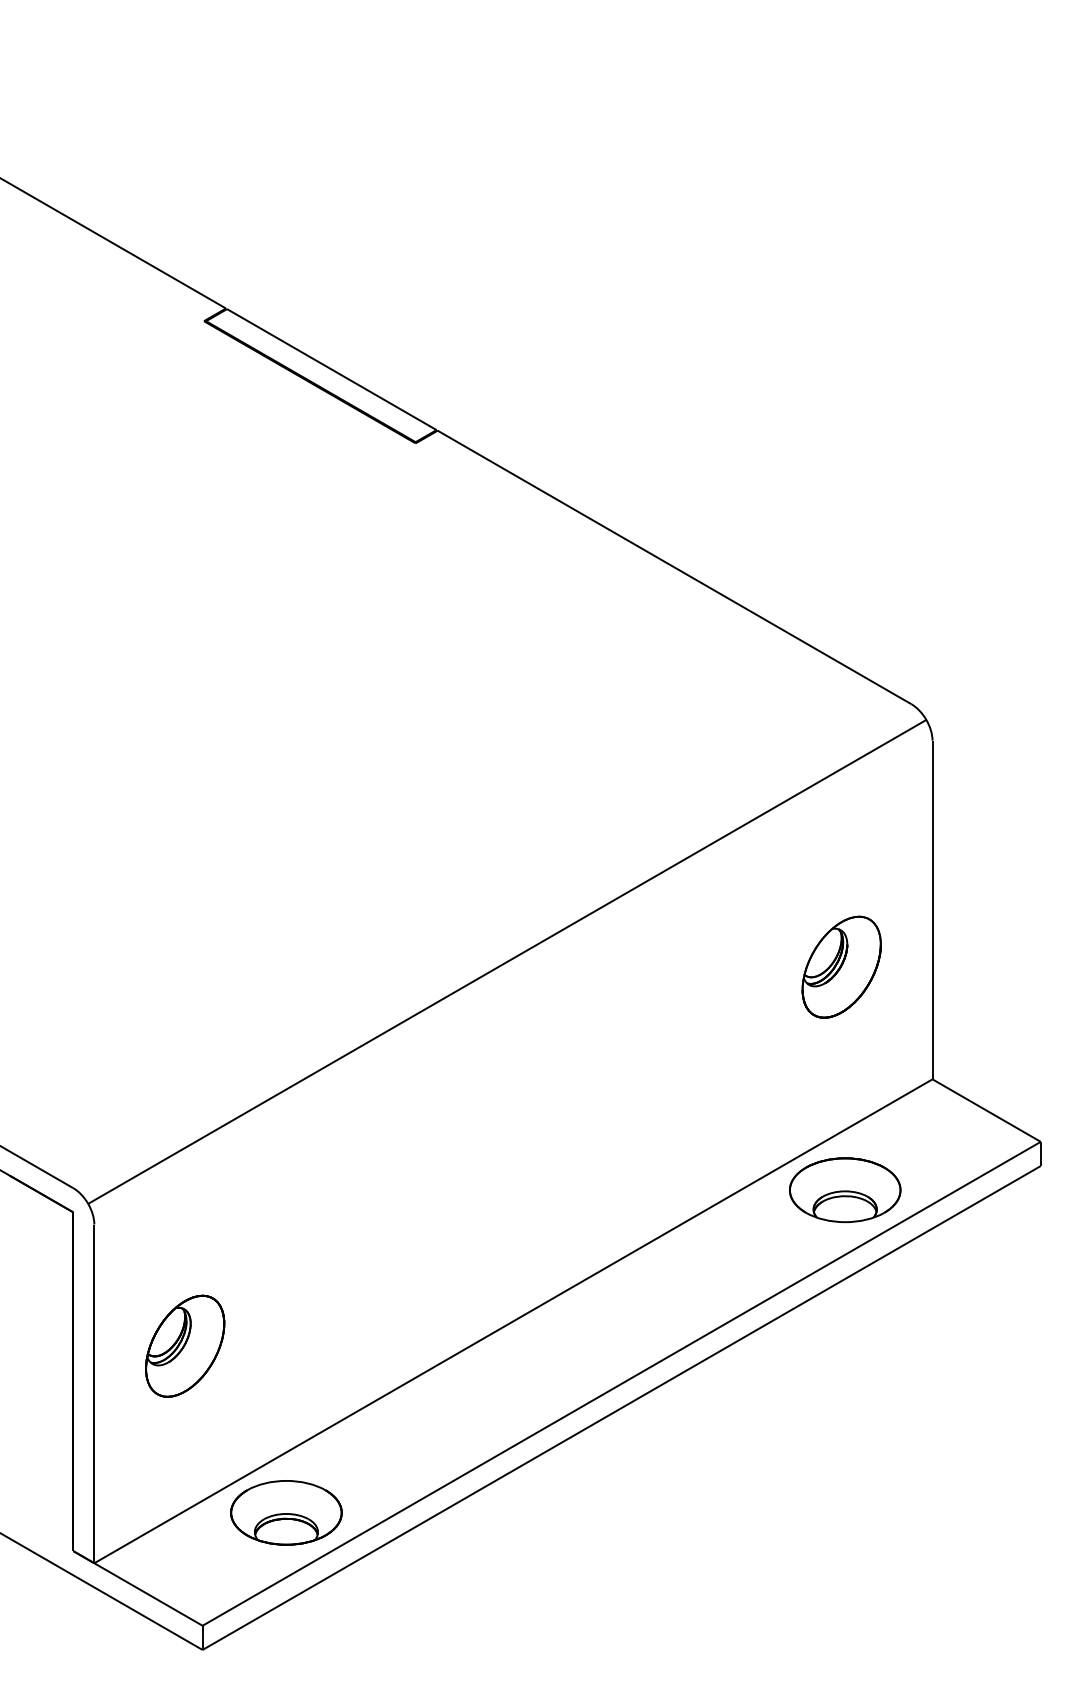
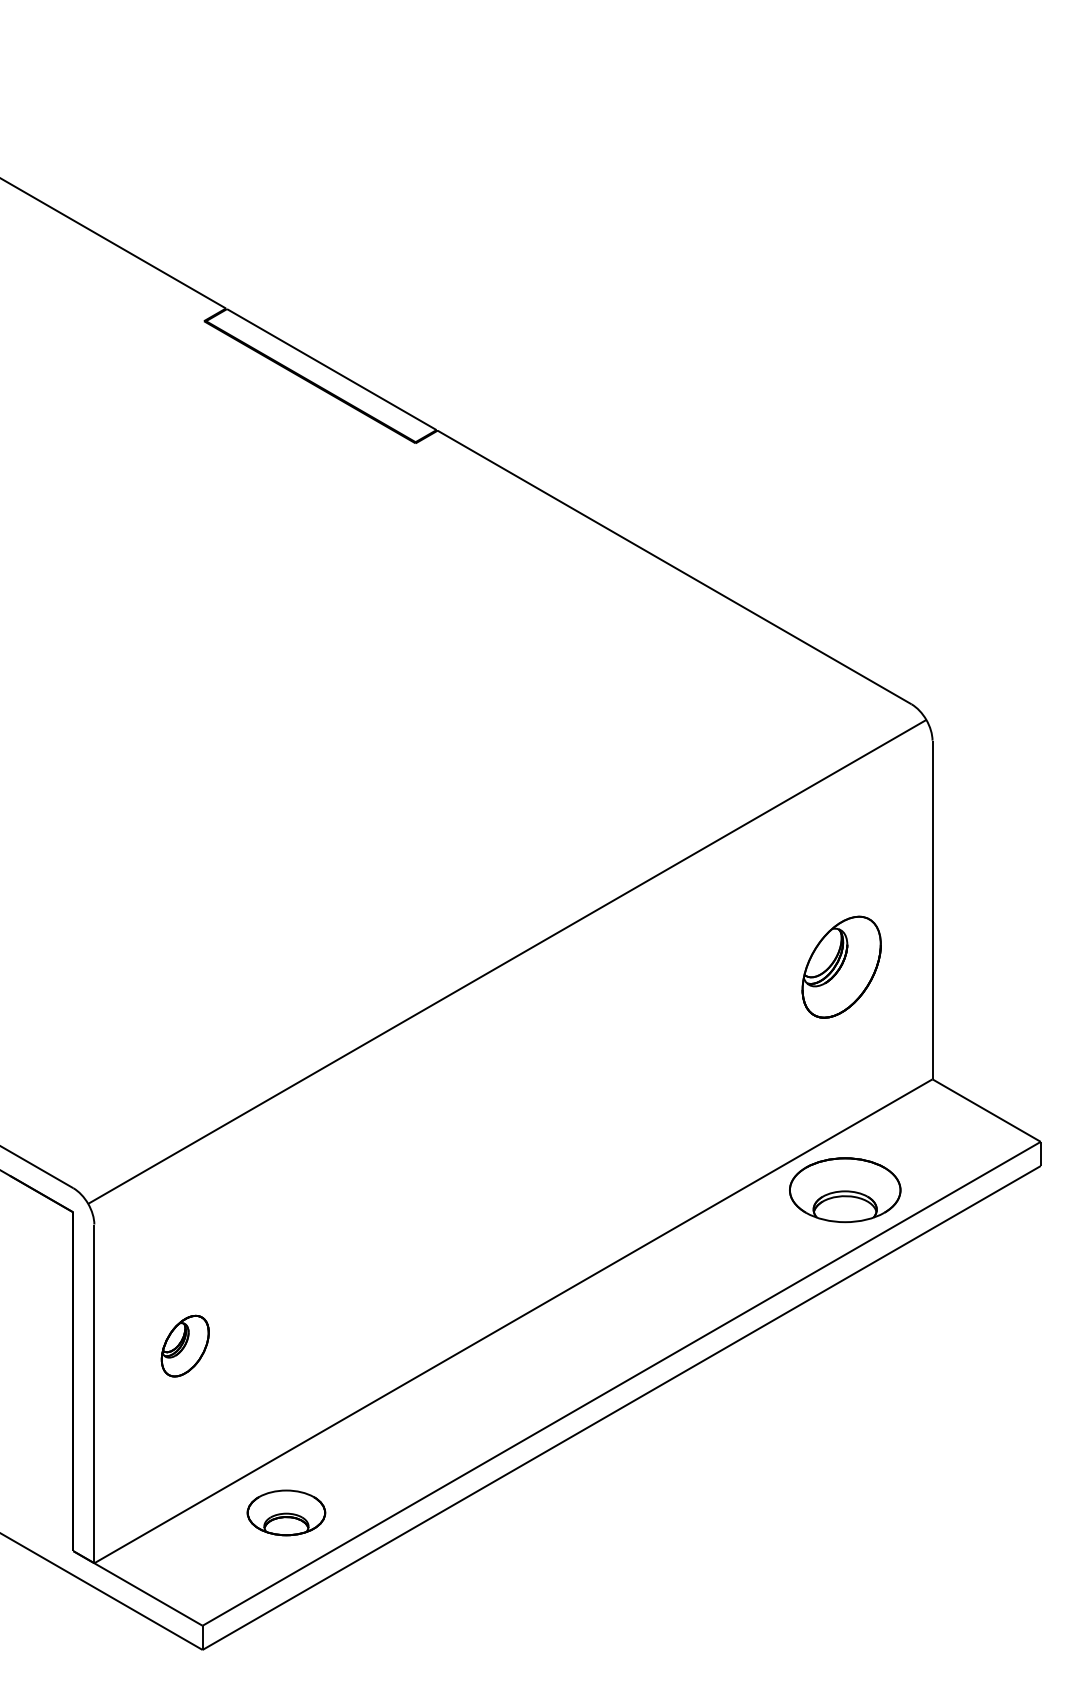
part at (185, 1345) size: 81x104 px -> 50x64 px
part at (286, 1512) size: 113x66 px -> 81x48 px
